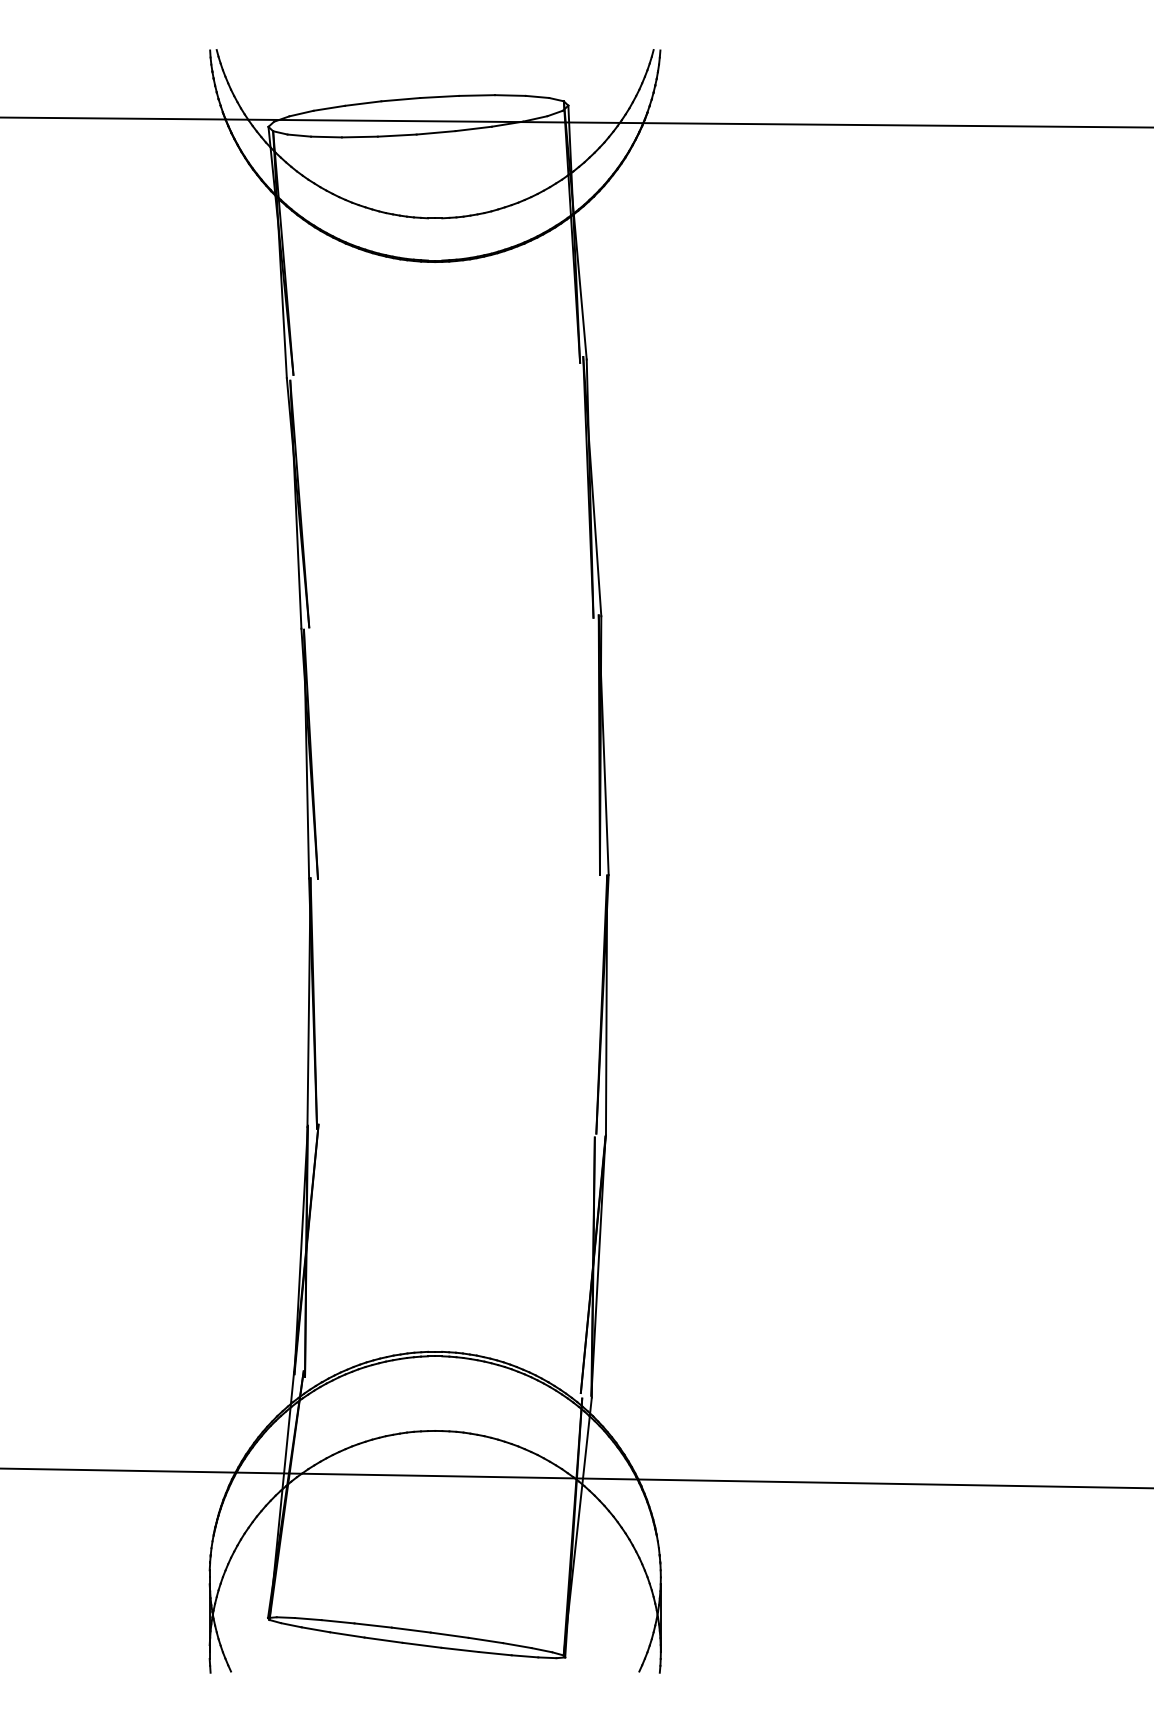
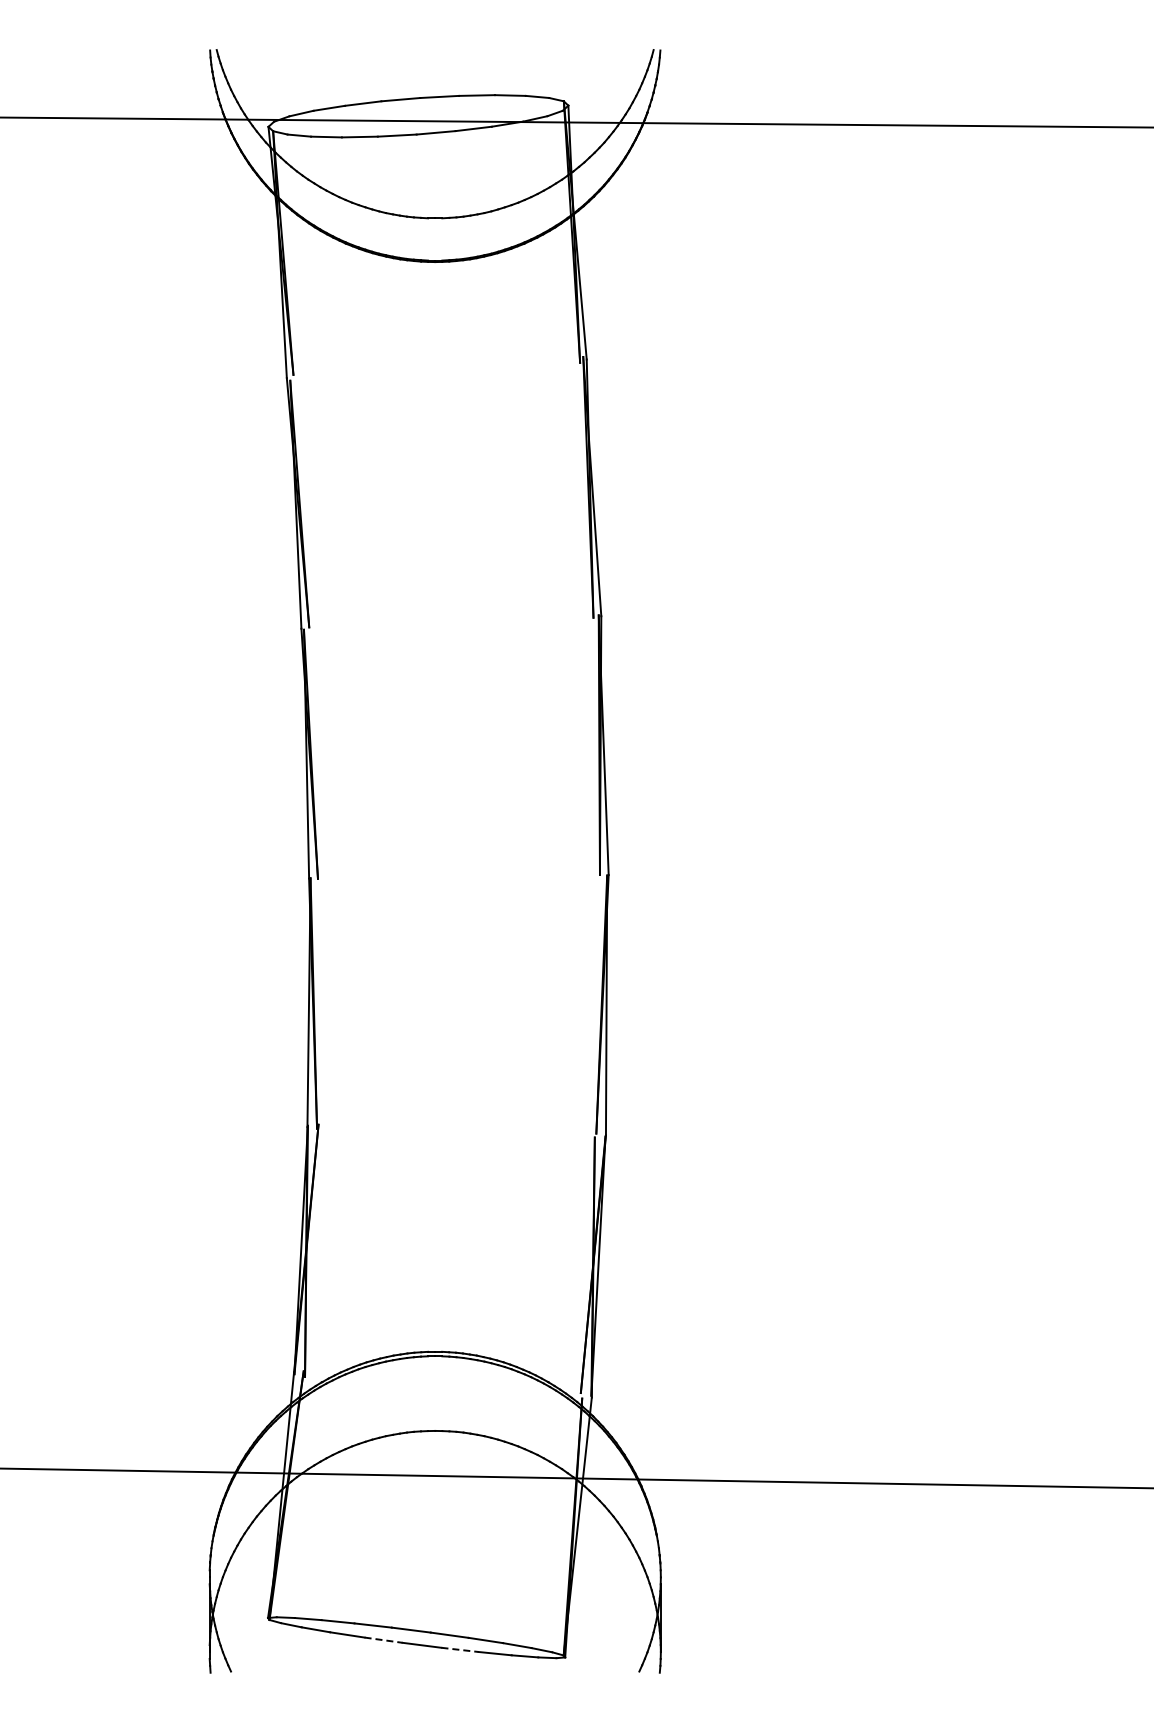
line at (384, 1640): solid -> dashed
line at (460, 1649): solid -> dashed
